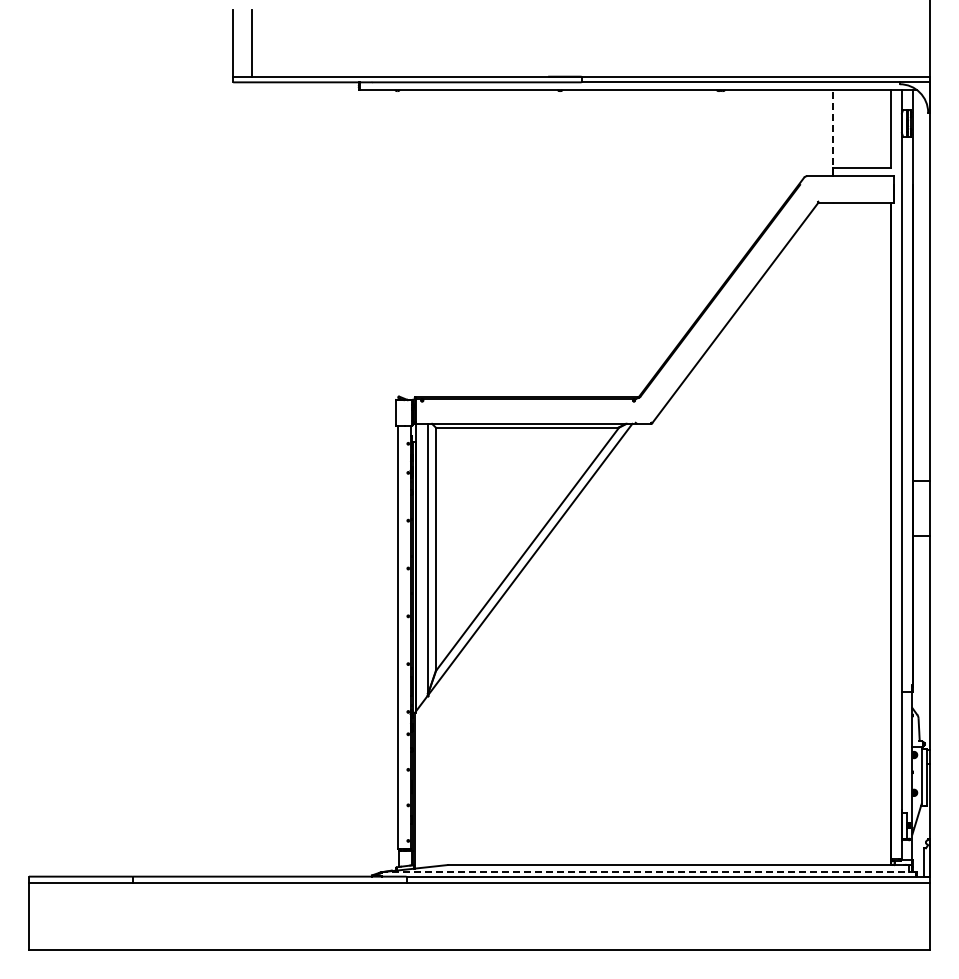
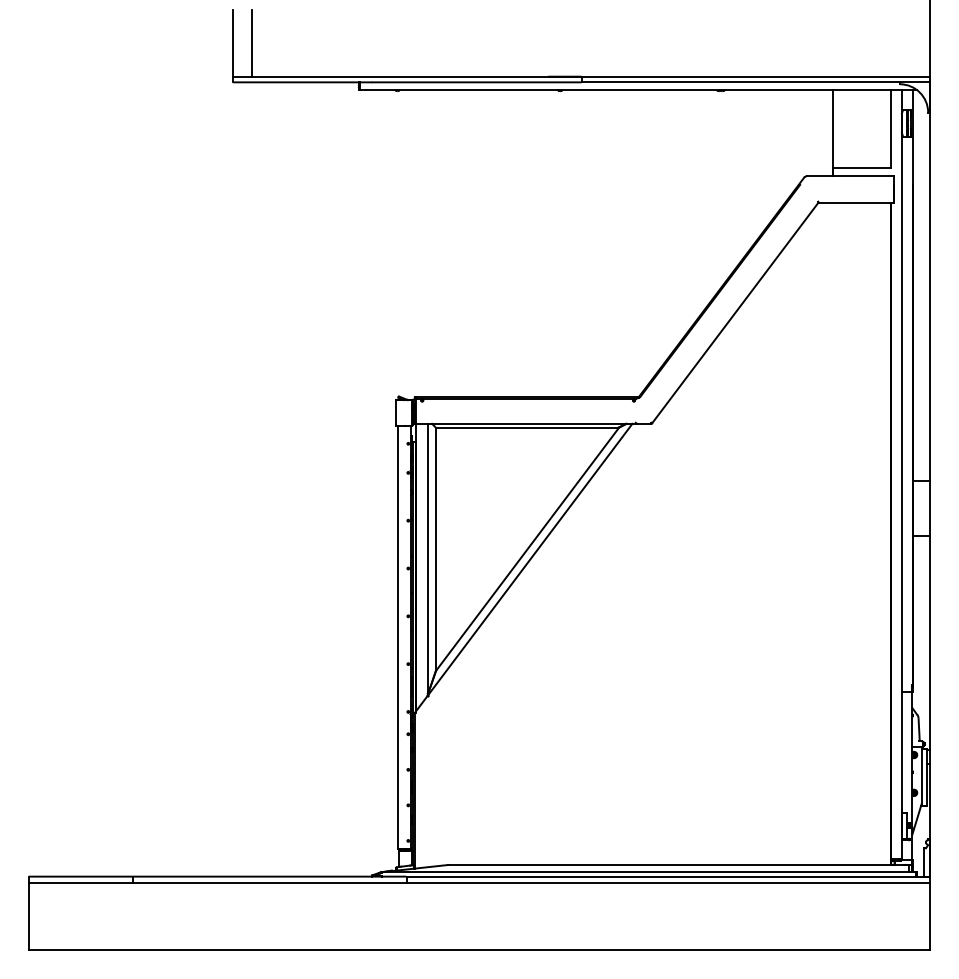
line at (833, 133): dashed -> solid
line at (648, 872): dashed -> solid
